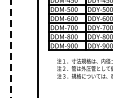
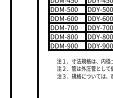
line at (11, 48): dashed -> solid
